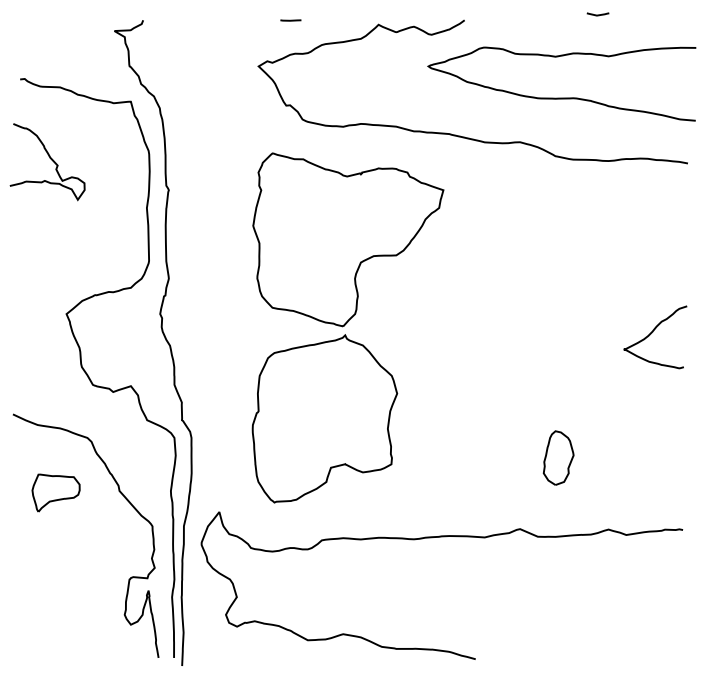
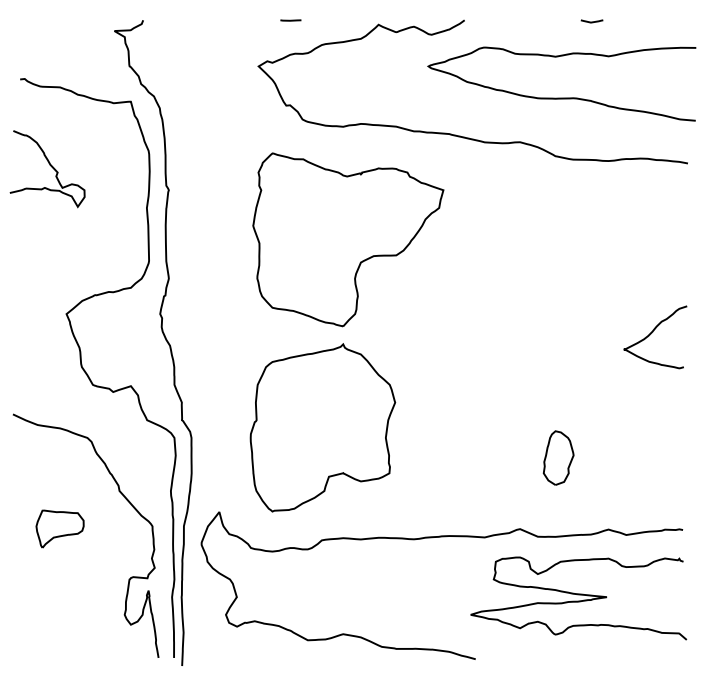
curve at (597, 14) position: (597, 14) -> (591, 21)
curve at (50, 159) position: (50, 159) -> (50, 166)
part at (324, 418) position: (324, 418) -> (322, 427)
part at (55, 492) position: (55, 492) -> (59, 528)
curve at (578, 600): none -> present
